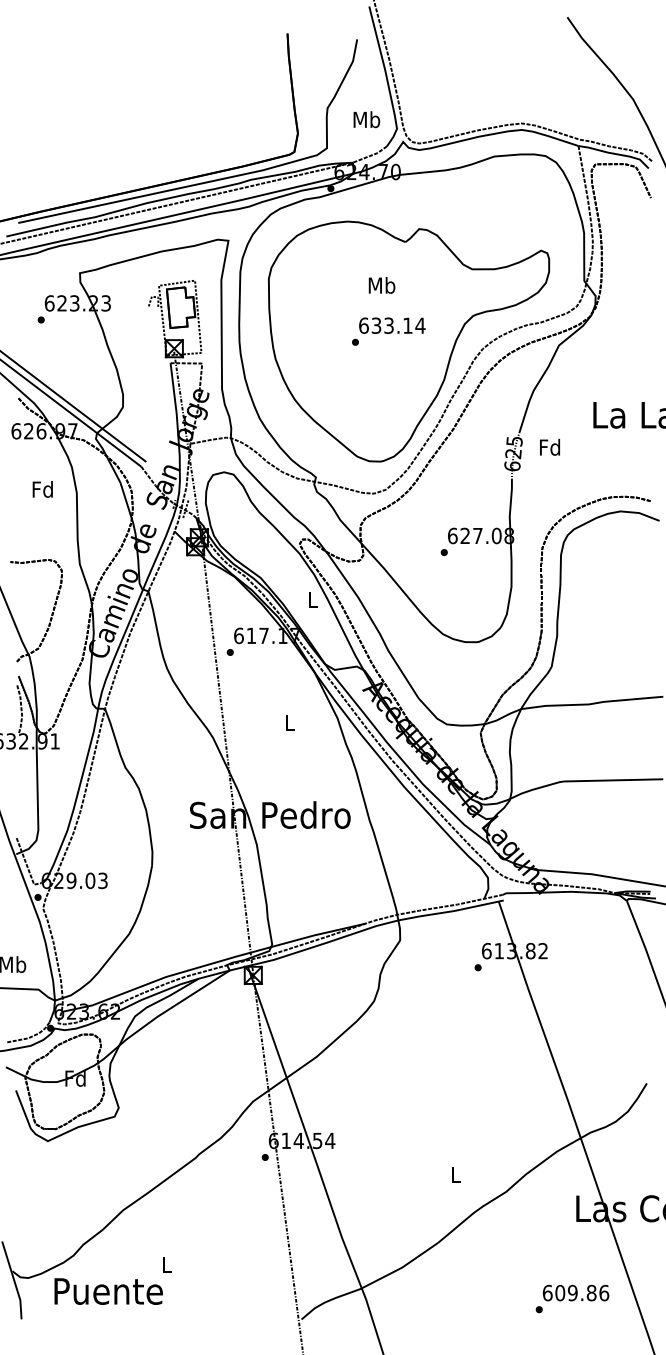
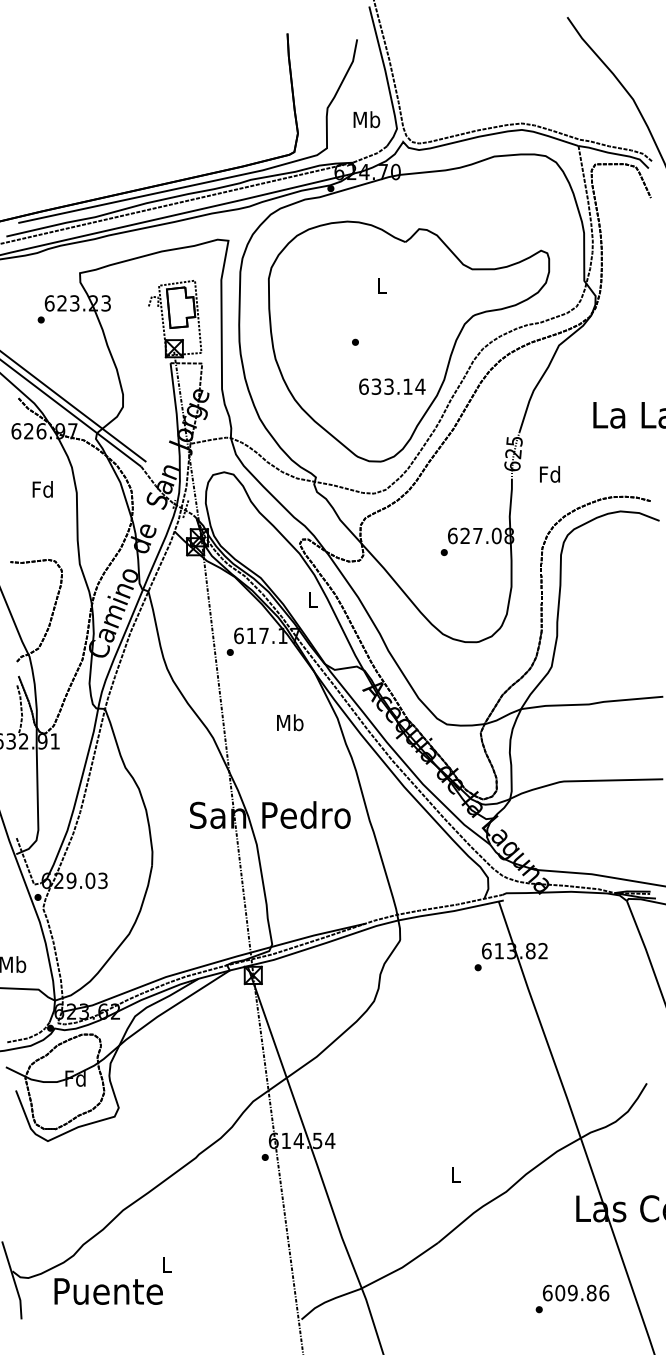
text at (381, 285): Mb -> L
text at (392, 325) position: (392, 325) -> (392, 386)
text at (549, 447) position: (549, 447) -> (549, 474)
text at (290, 722): L -> Mb
